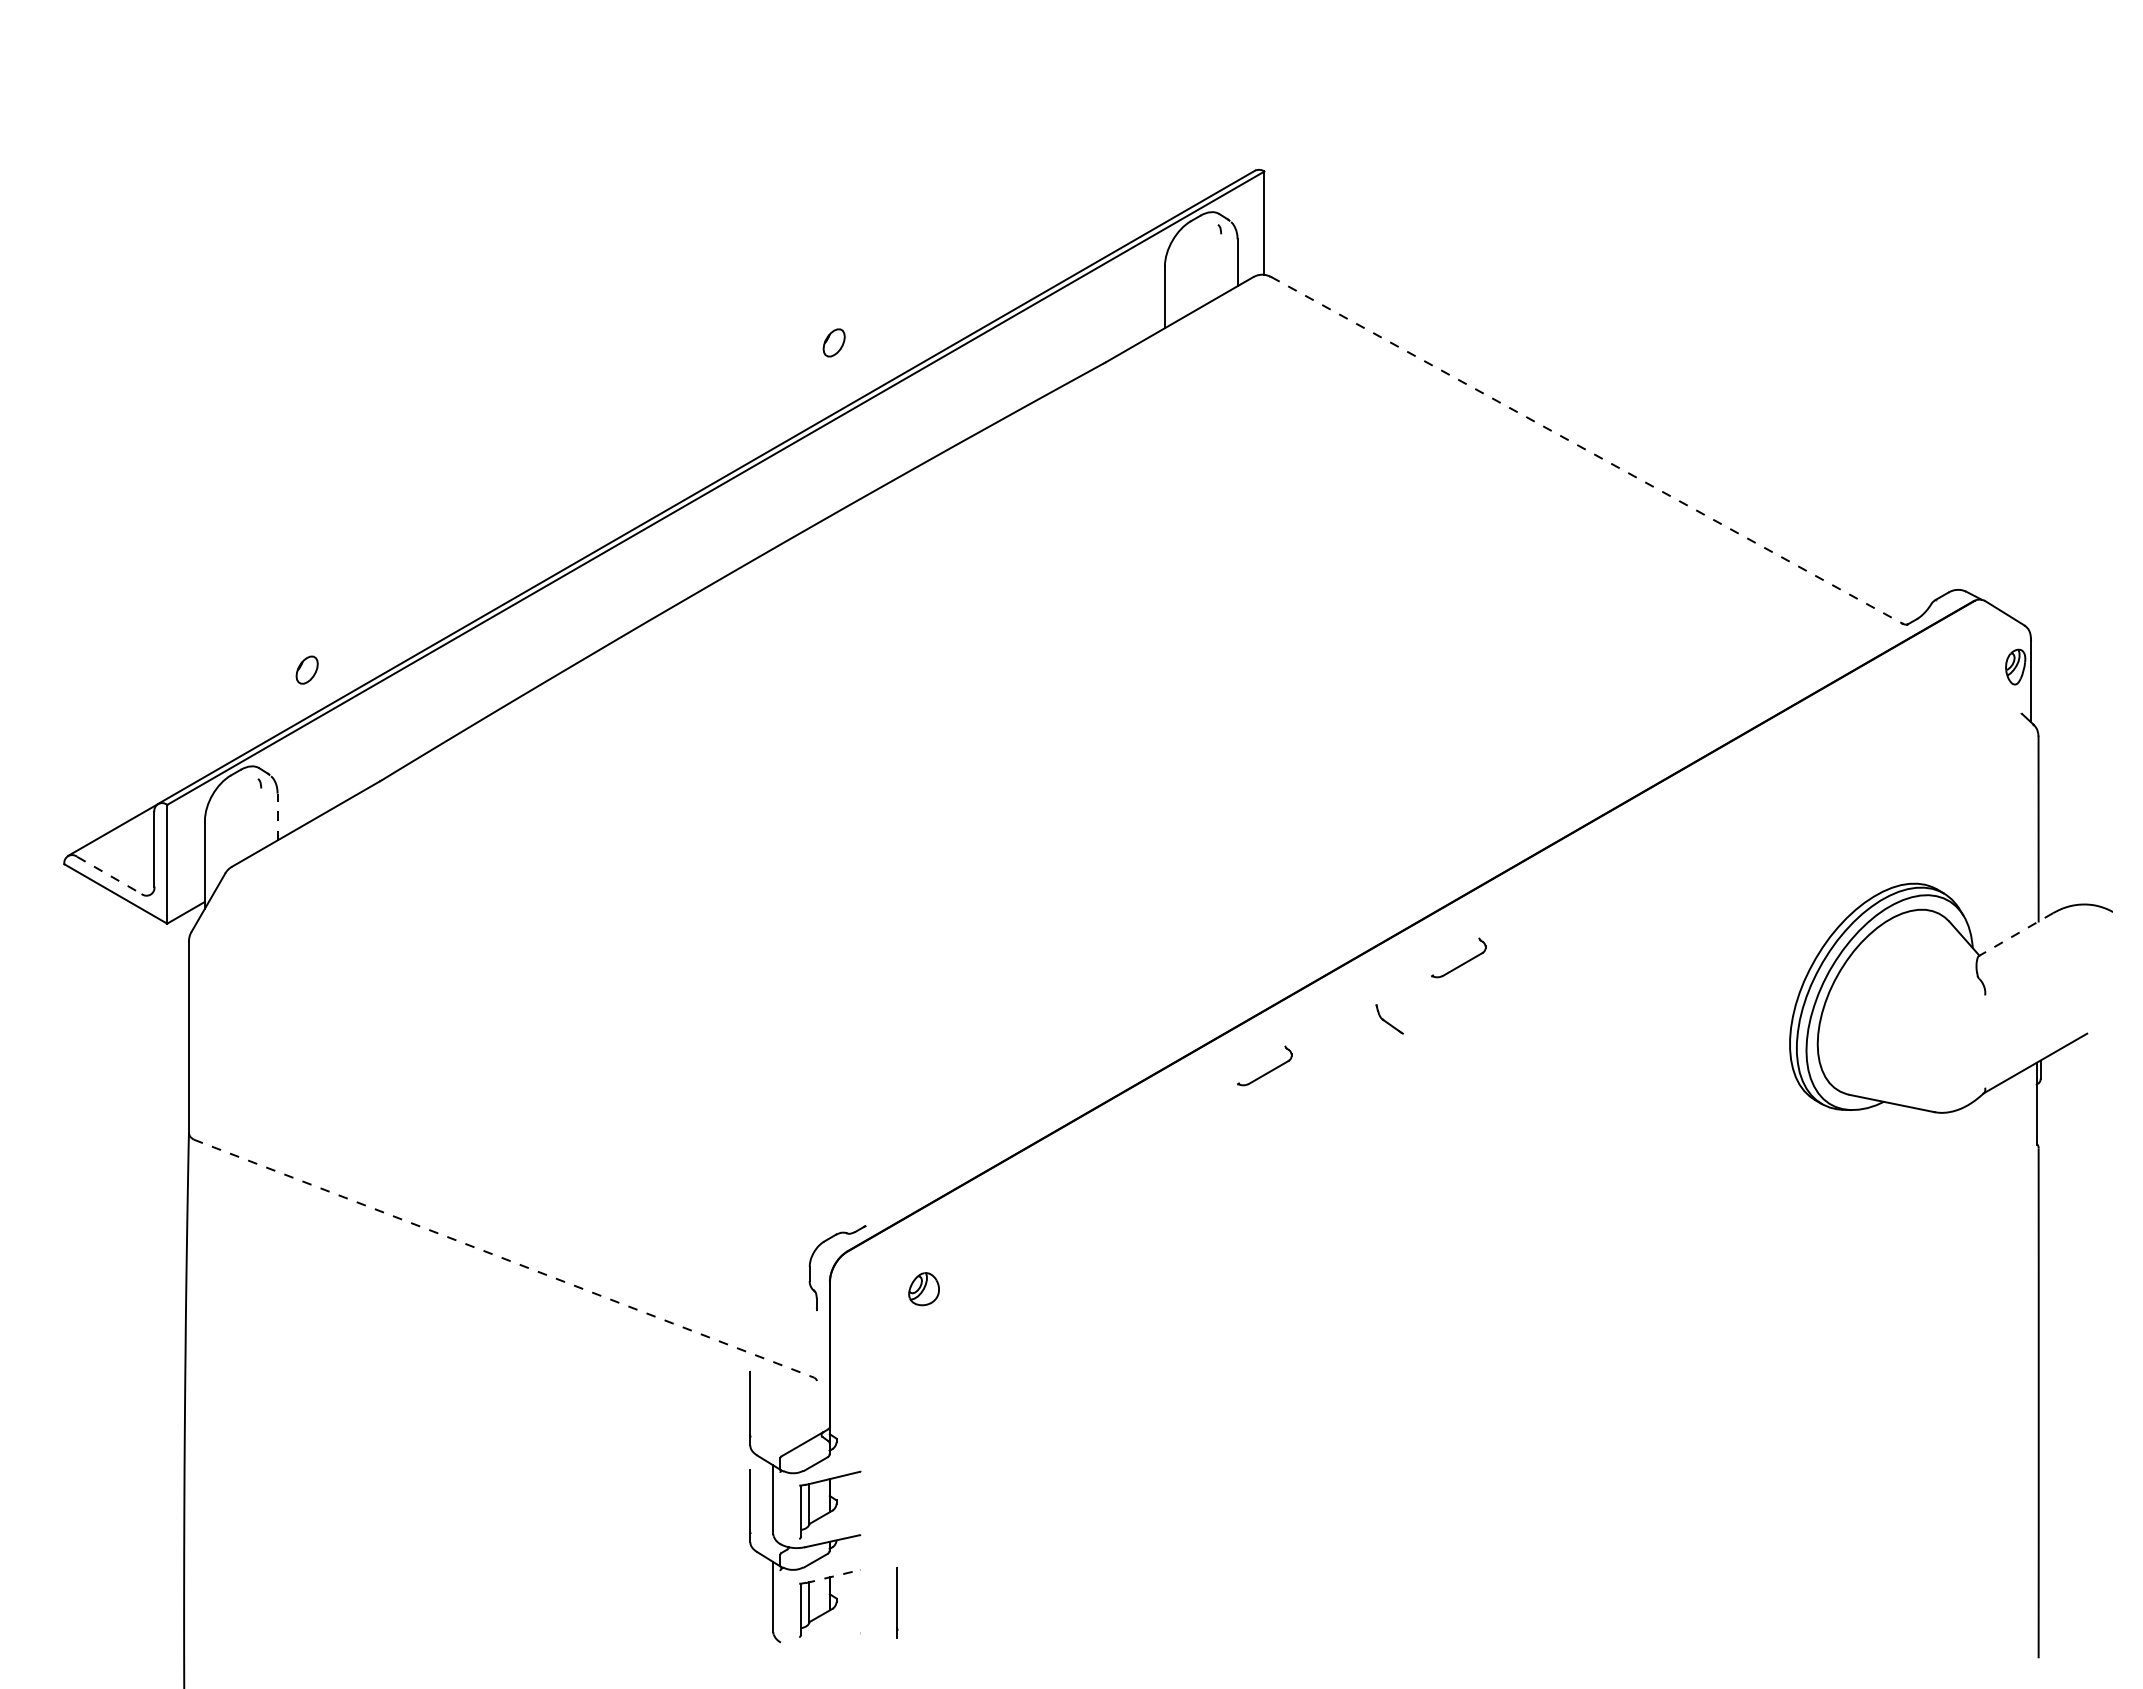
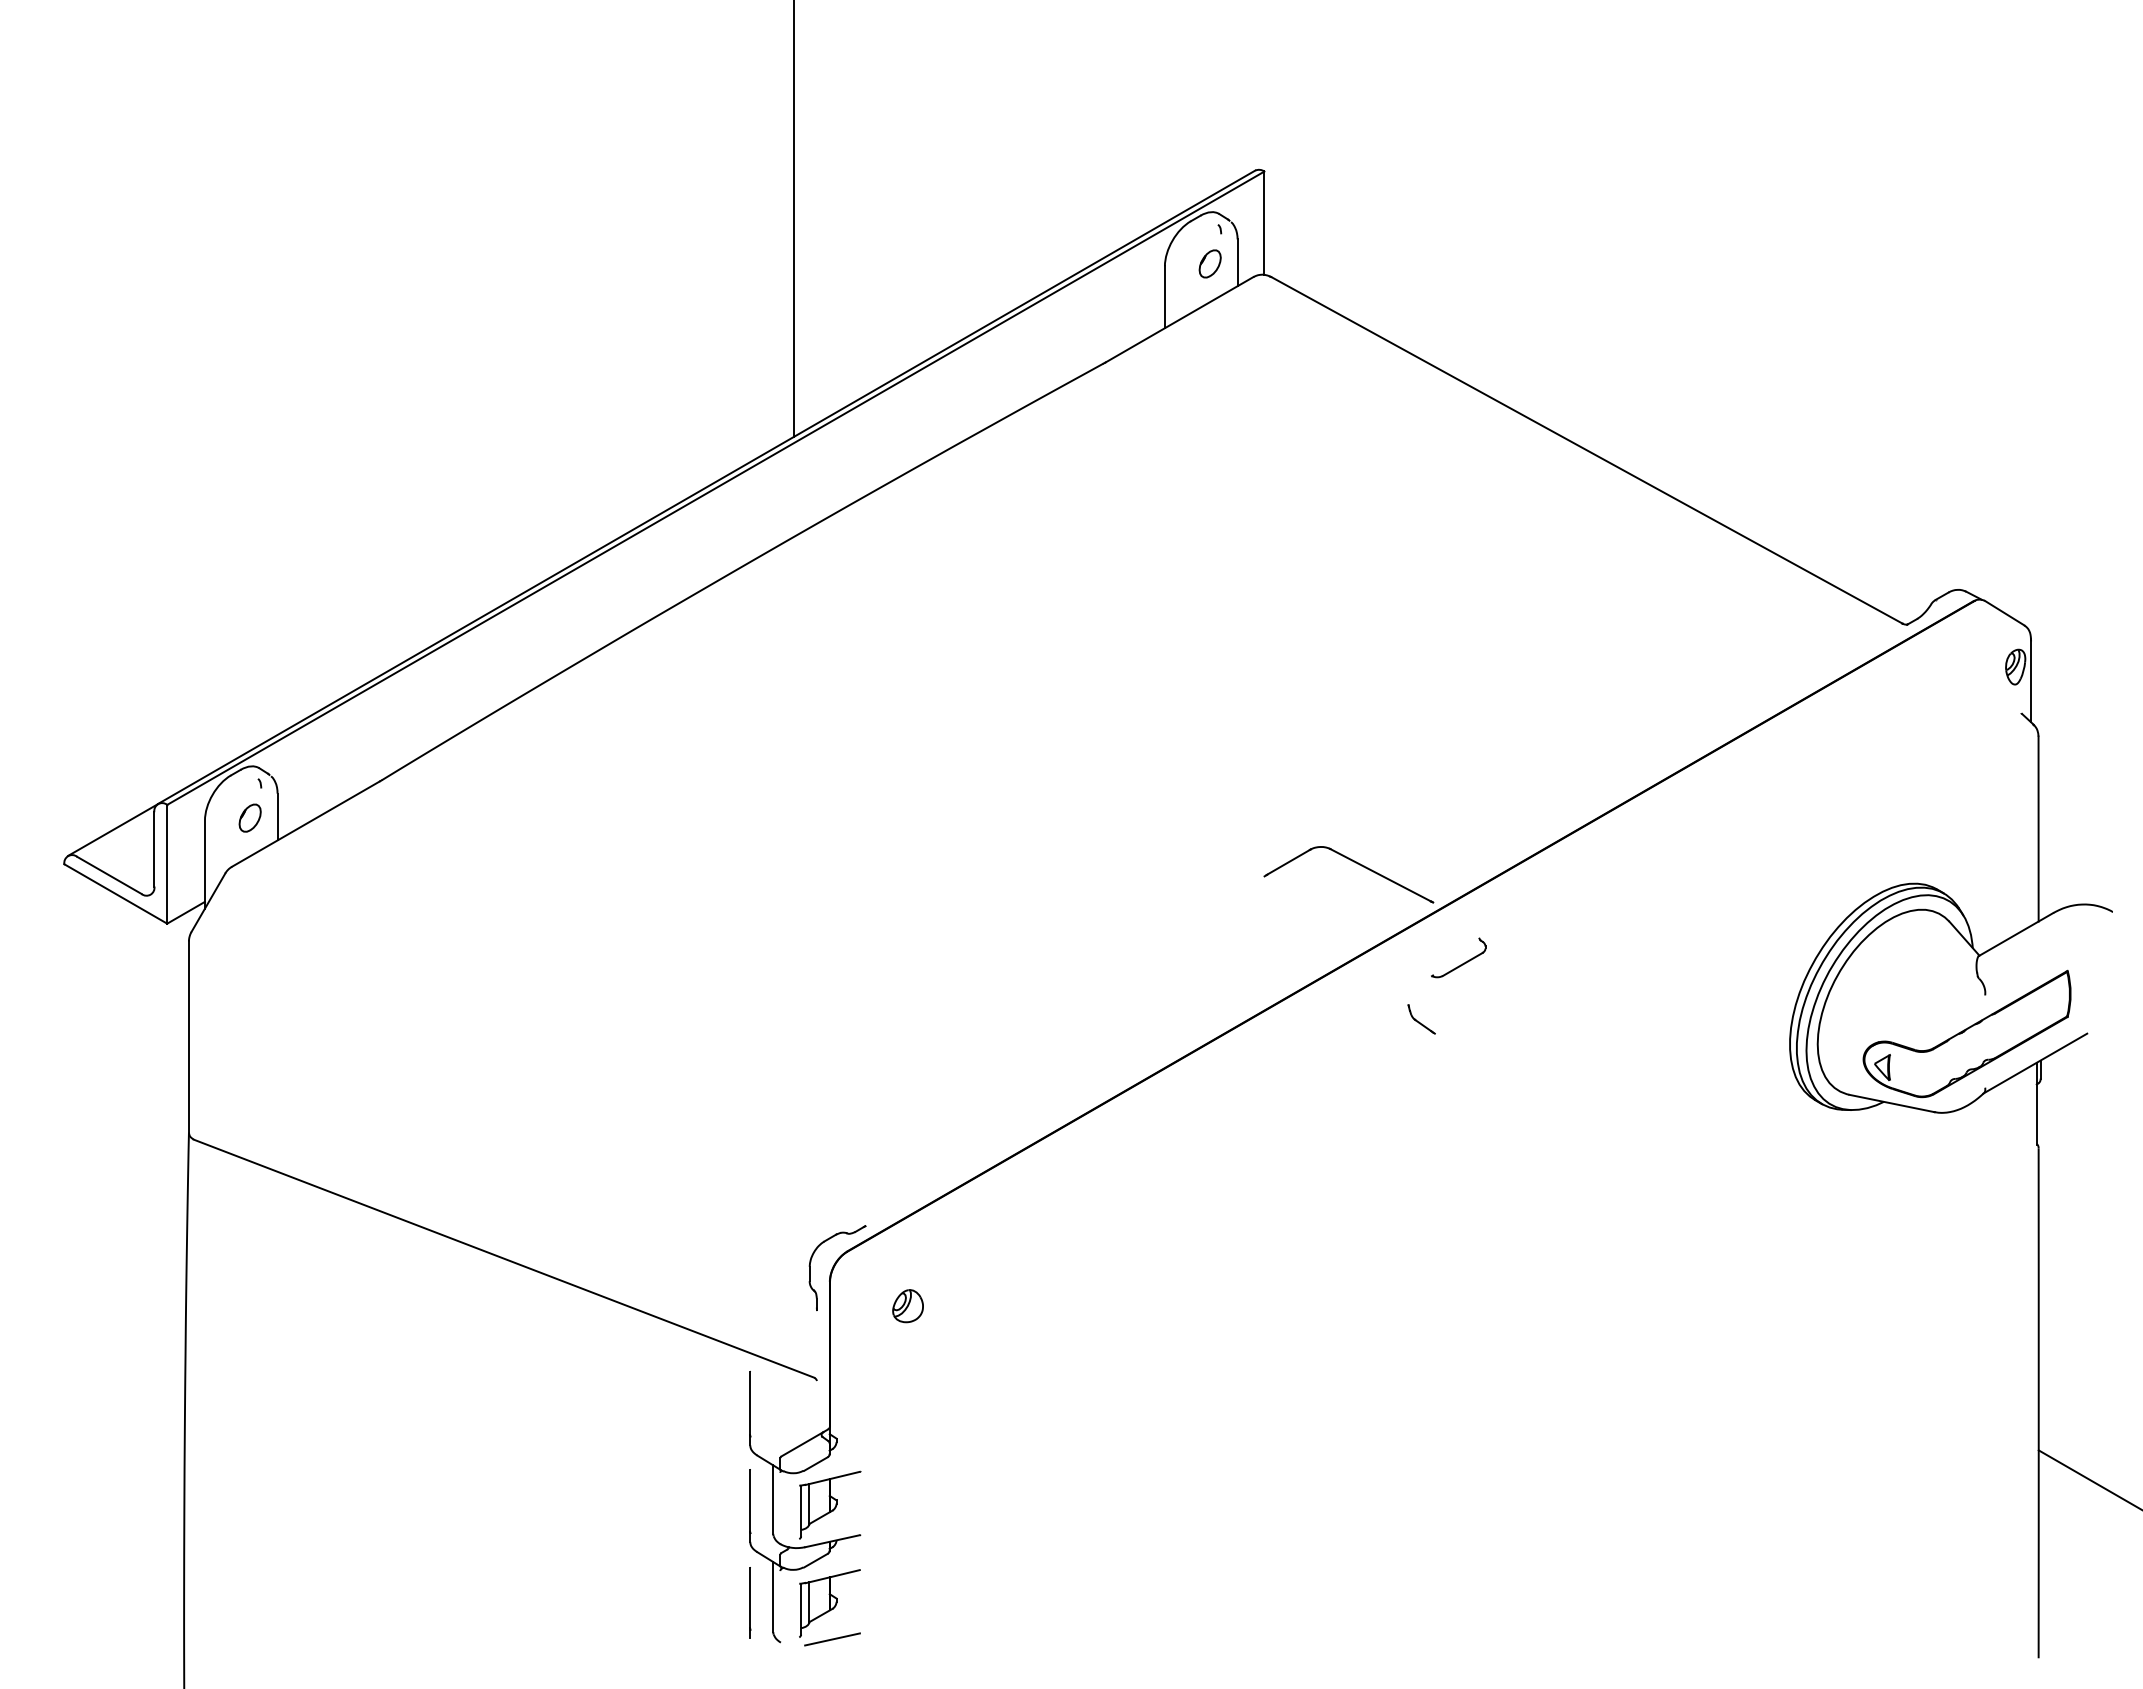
line at (794, 219): none -> present
part at (833, 342) position: (833, 342) -> (1209, 263)
line at (1587, 450): dashed -> solid
part at (306, 669) position: (306, 669) -> (249, 817)
line at (277, 816): dashed -> solid
part at (1353, 862): none -> present
line at (109, 875): dashed -> solid
line at (2015, 934): dashed -> solid
part at (1389, 1019) position: (1389, 1019) -> (1421, 1019)
part at (1966, 1033): none -> present
part at (1268, 1071): present -> none
line at (504, 1258): dashed -> solid
part at (923, 1289) position: (923, 1289) -> (907, 1306)
line at (2088, 1479): none -> present
line at (832, 1576): dashed -> solid
line at (897, 1602) position: (897, 1602) -> (750, 1602)
line at (832, 1639): none -> present
